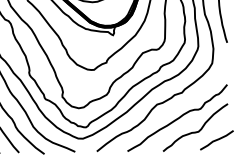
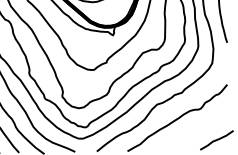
curve at (195, 131): present -> none
